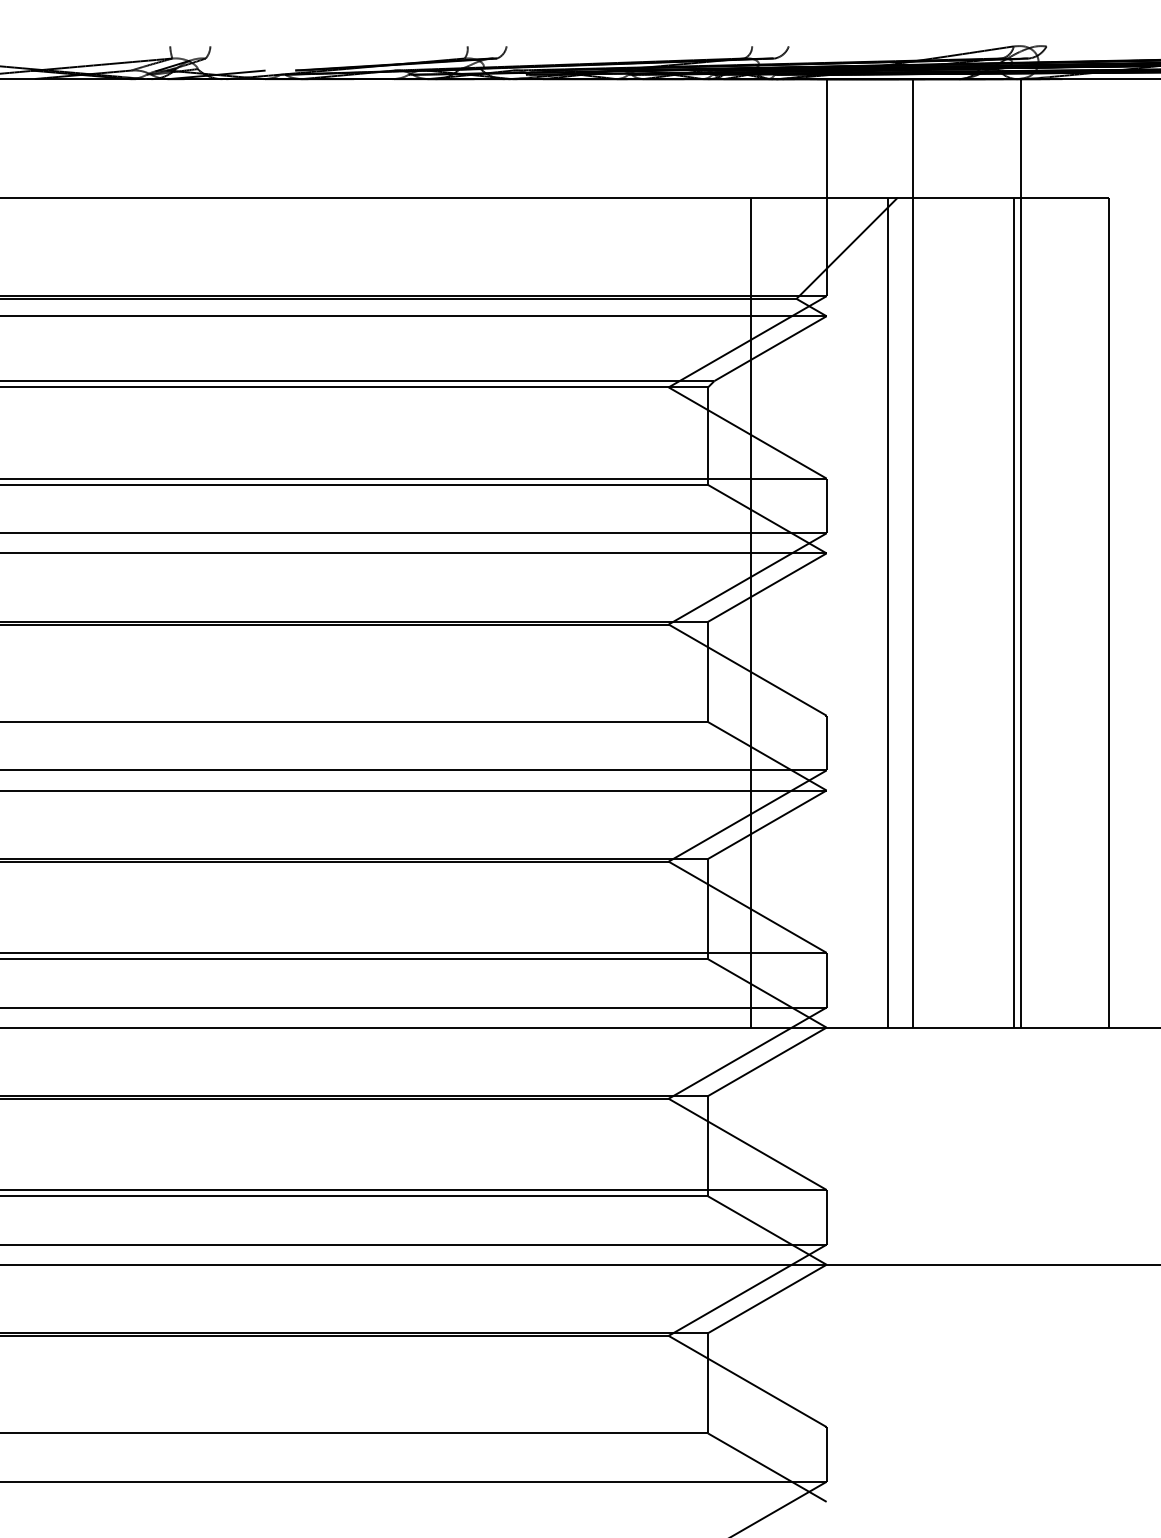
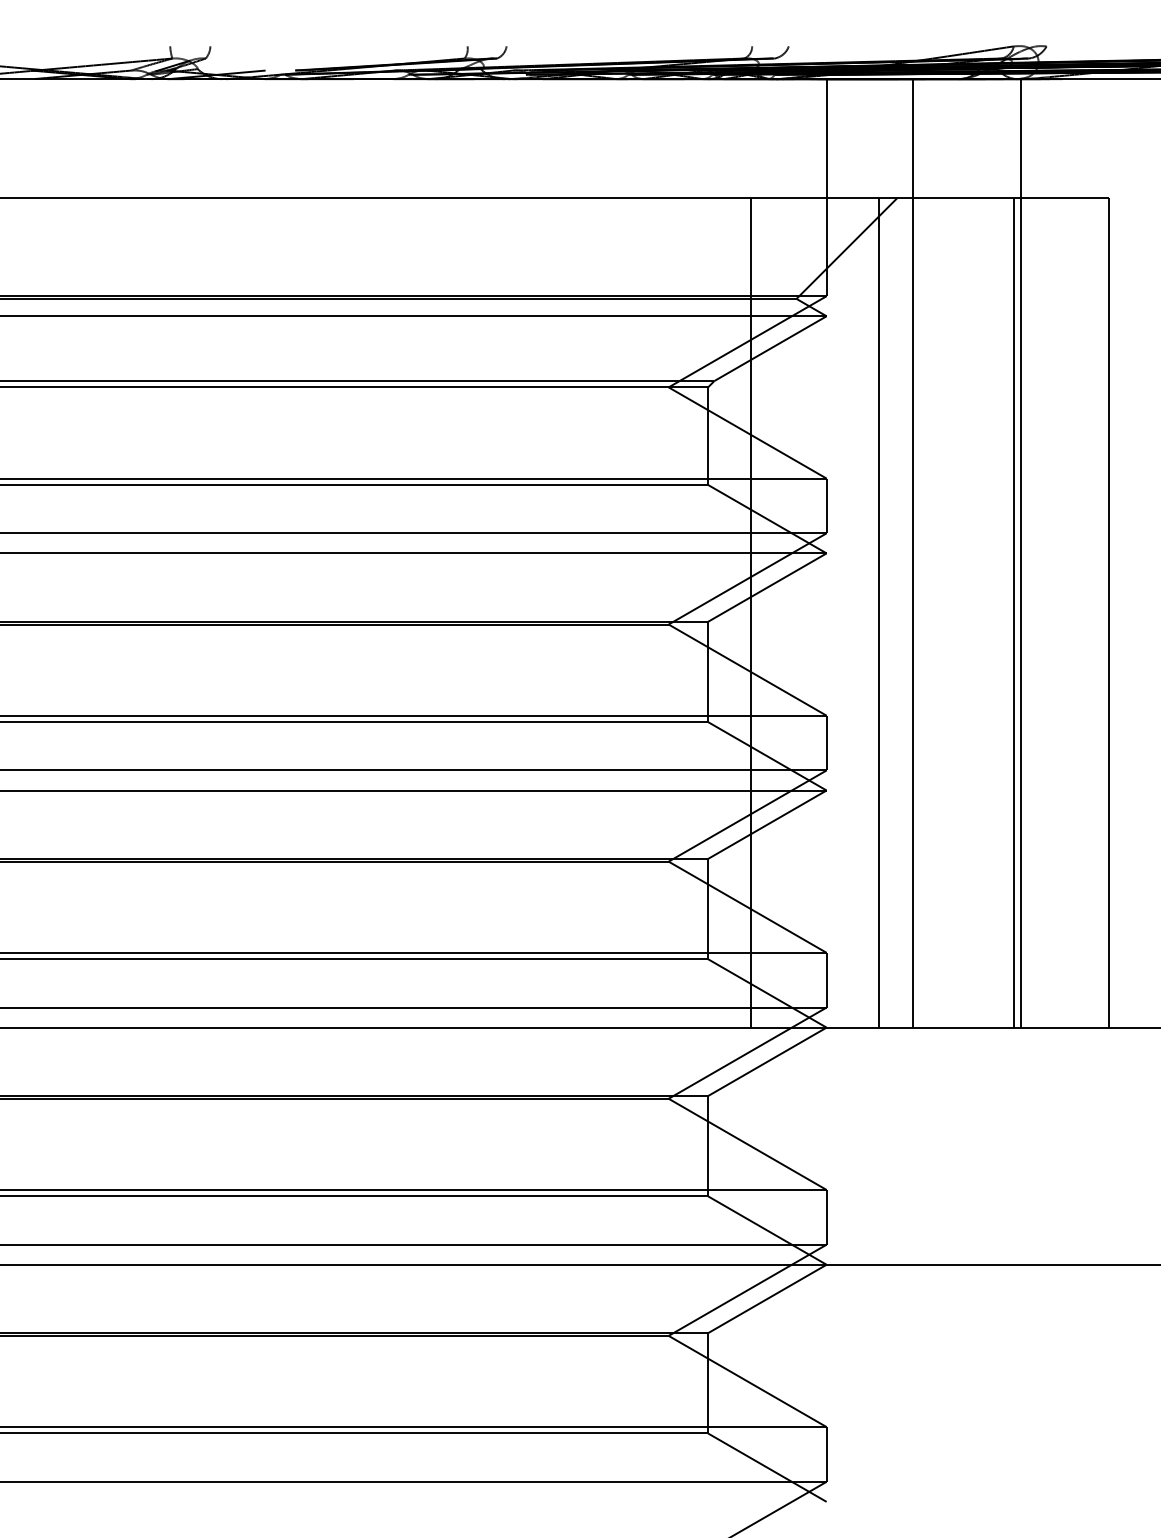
line at (888, 612) position: (888, 612) -> (879, 612)
line at (413, 715): none -> present
line at (413, 1427): none -> present
